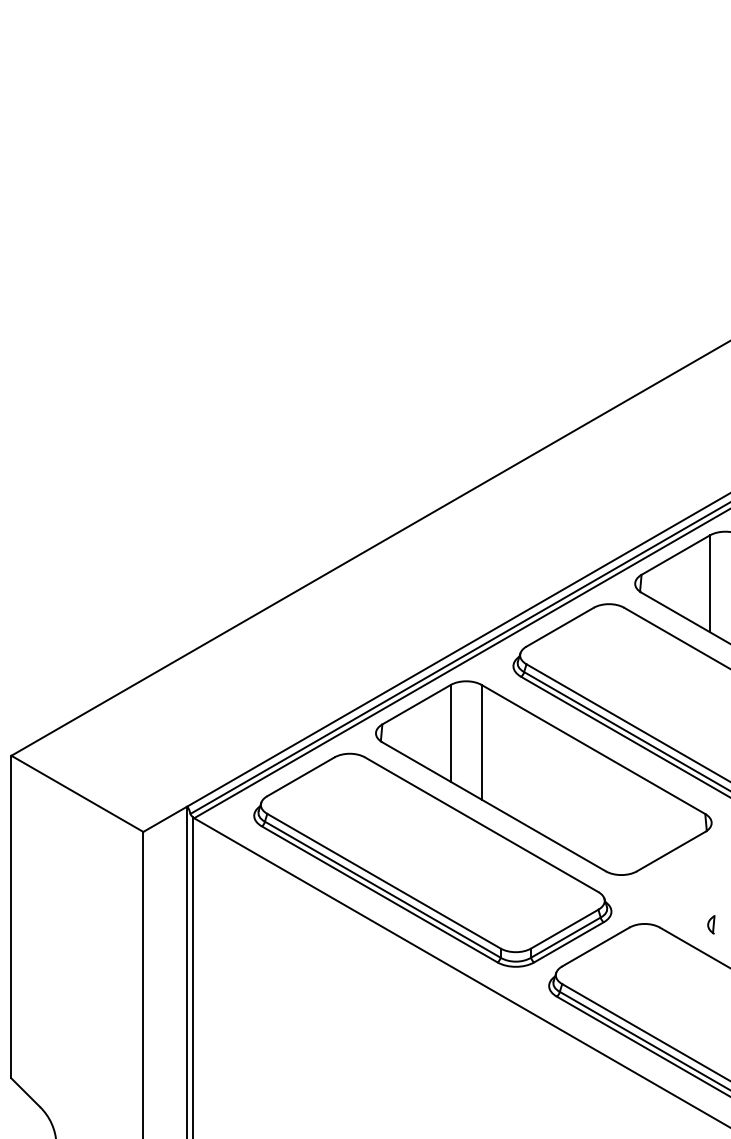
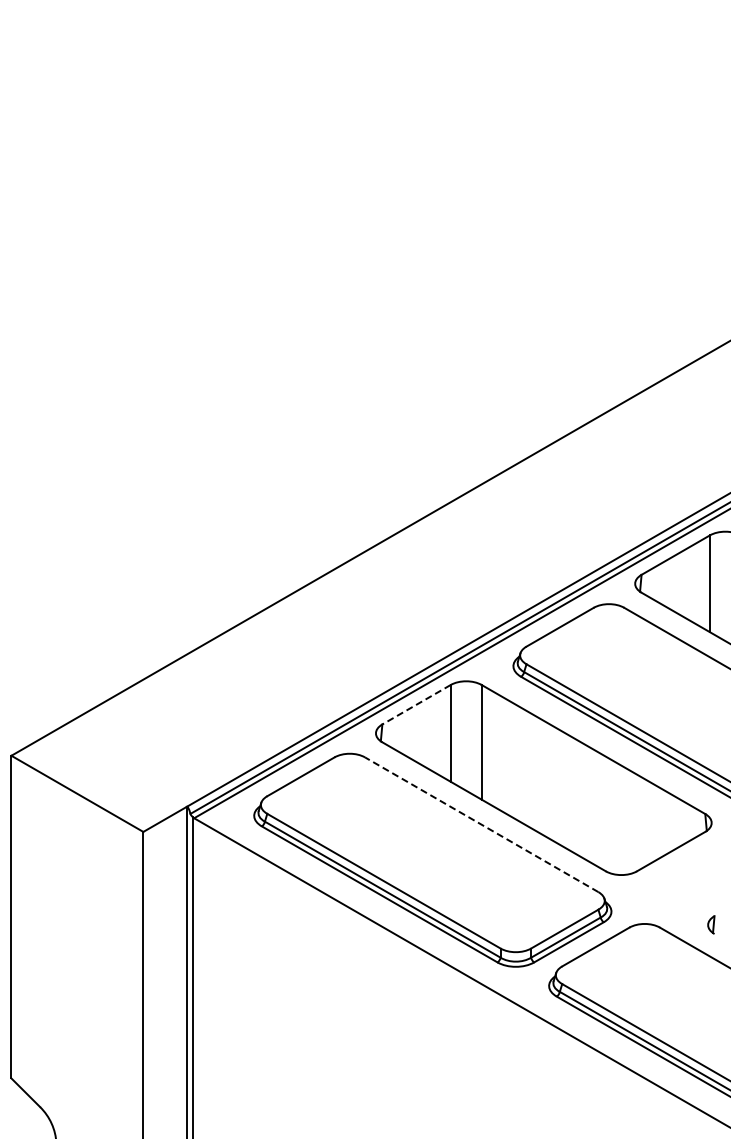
line at (416, 704): solid -> dashed
line at (481, 824): solid -> dashed
